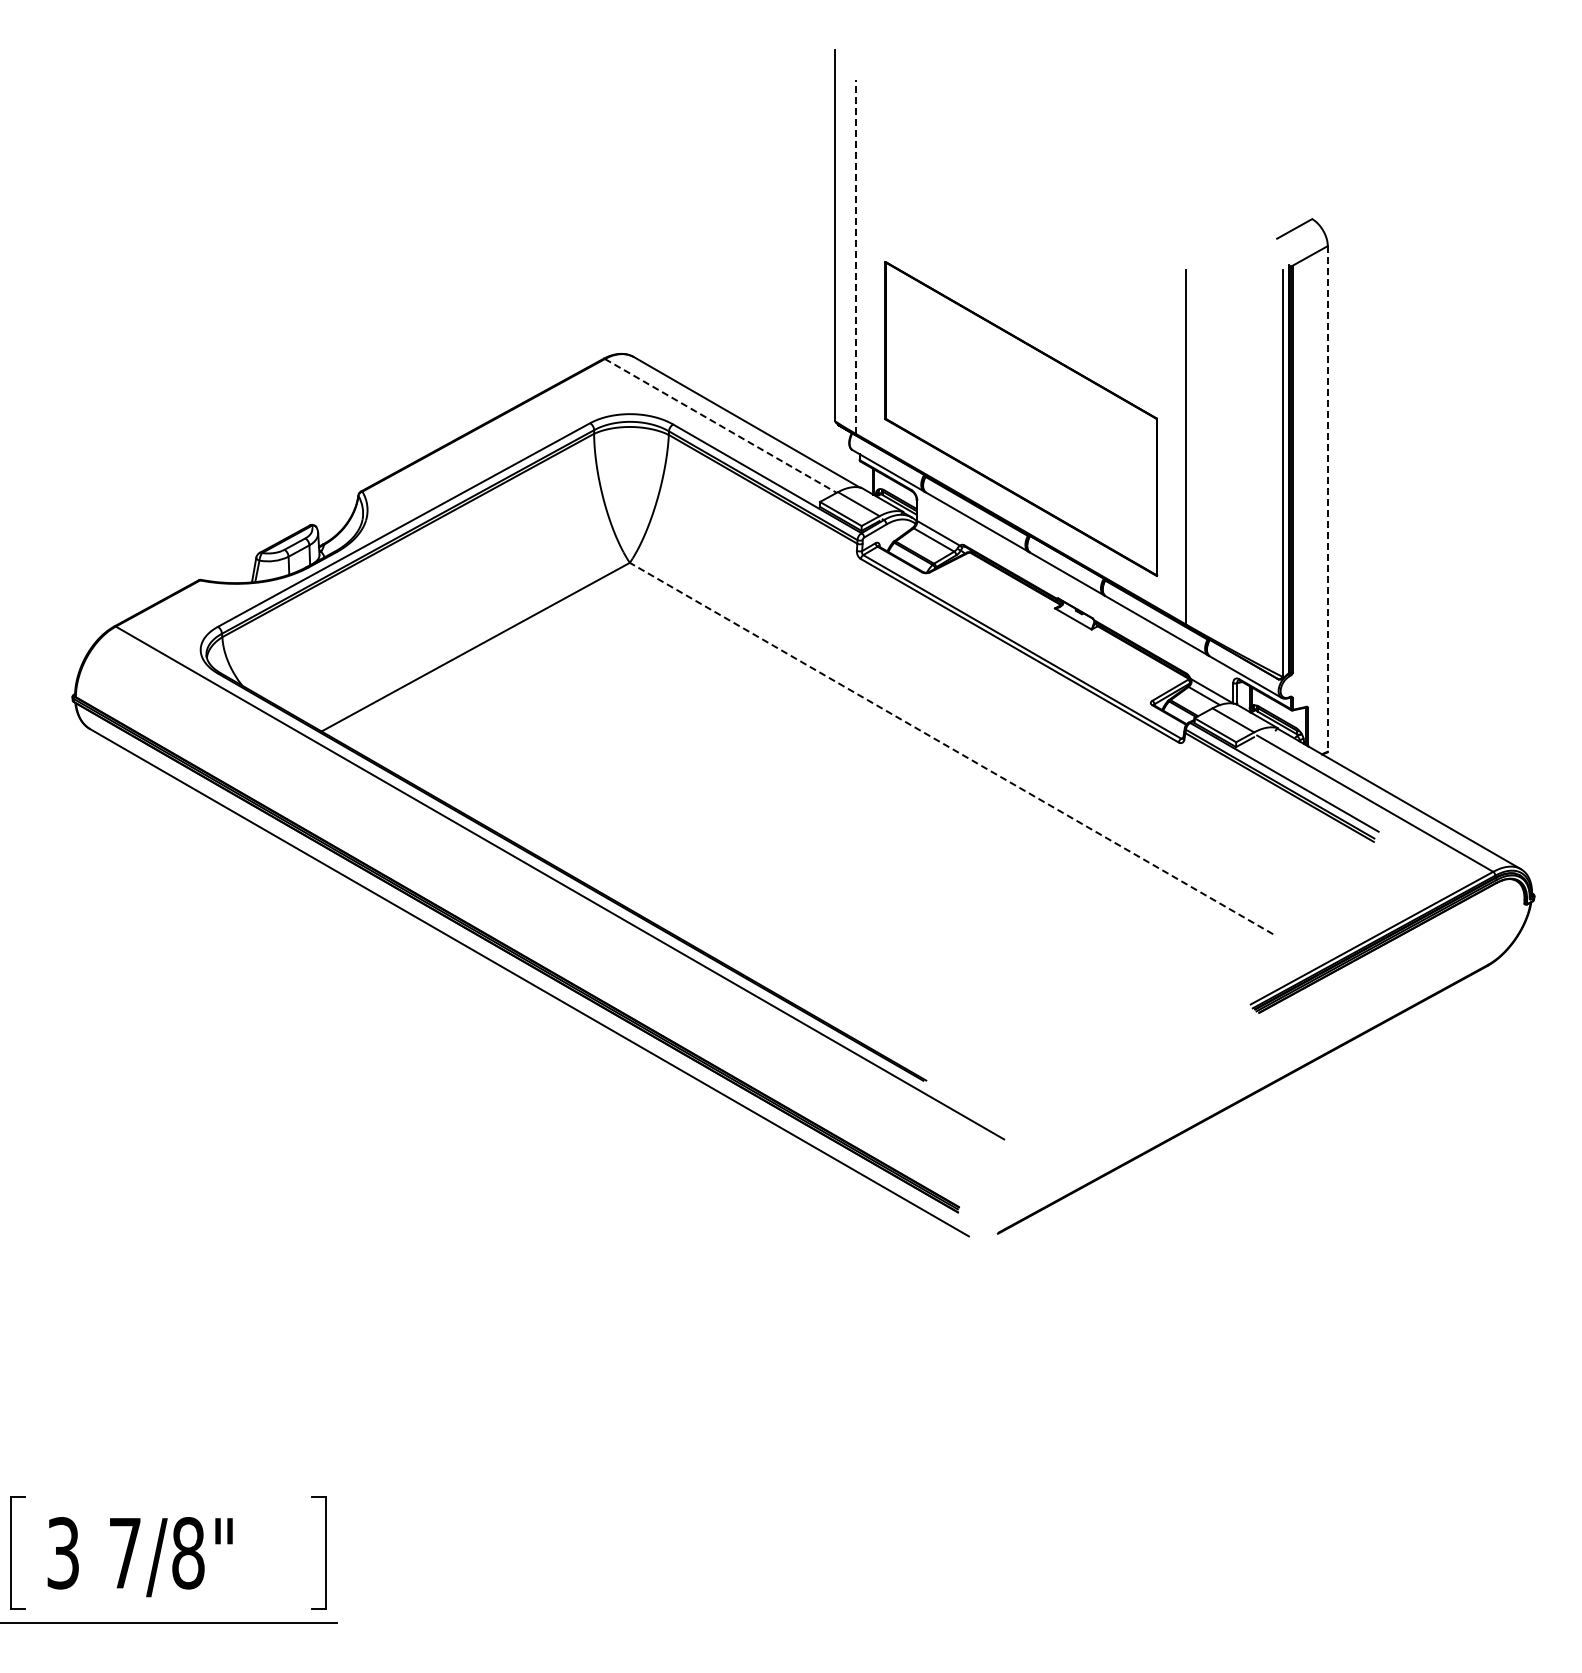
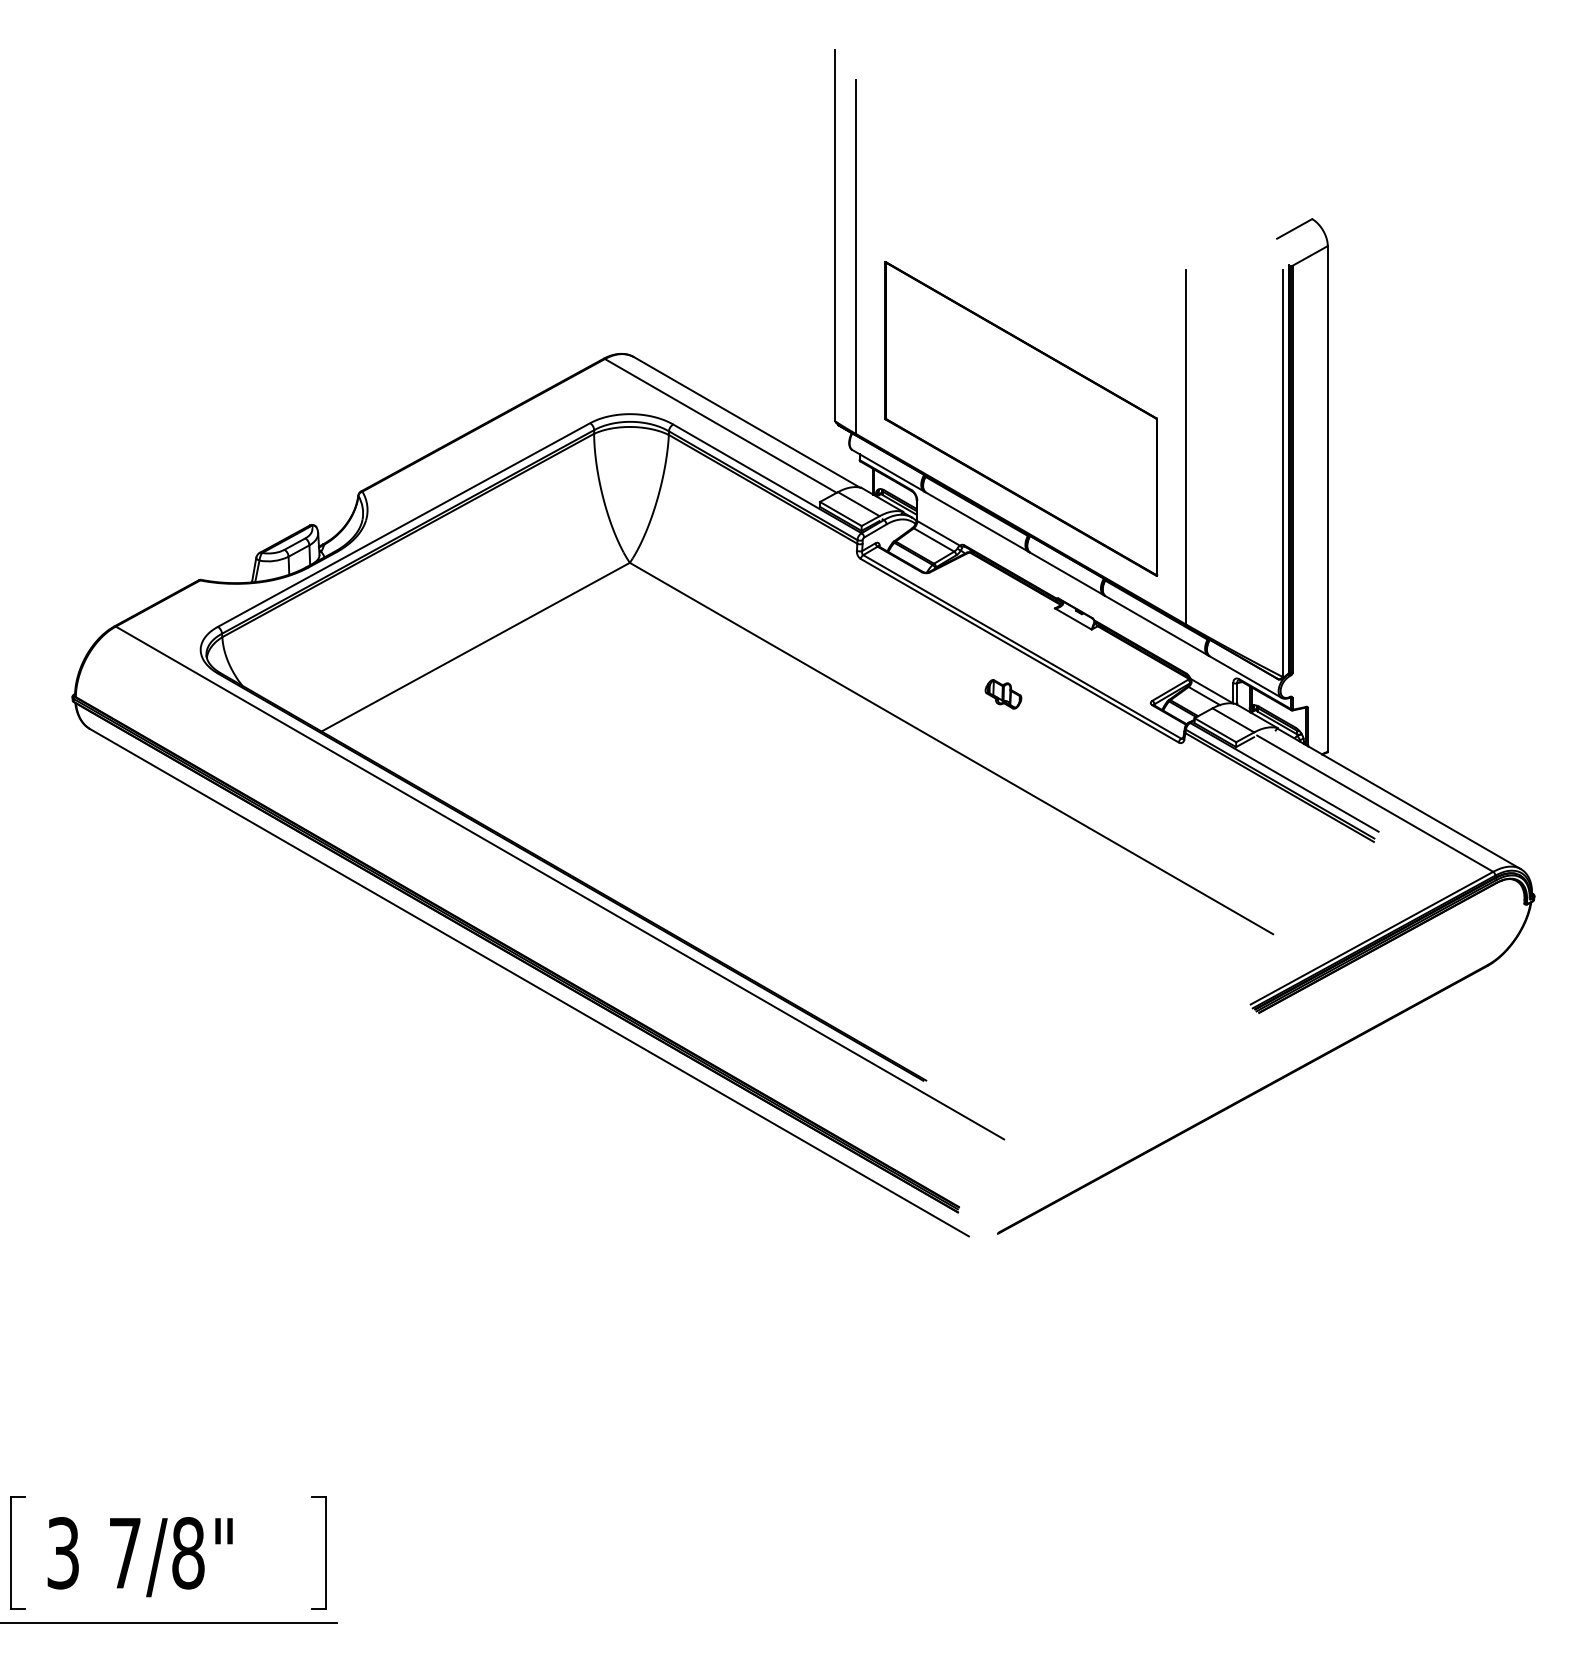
line at (856, 256): dashed -> solid
line at (720, 425): dashed -> solid
line at (1327, 498): dashed -> solid
part at (1003, 694): none -> present
line at (951, 748): dashed -> solid
